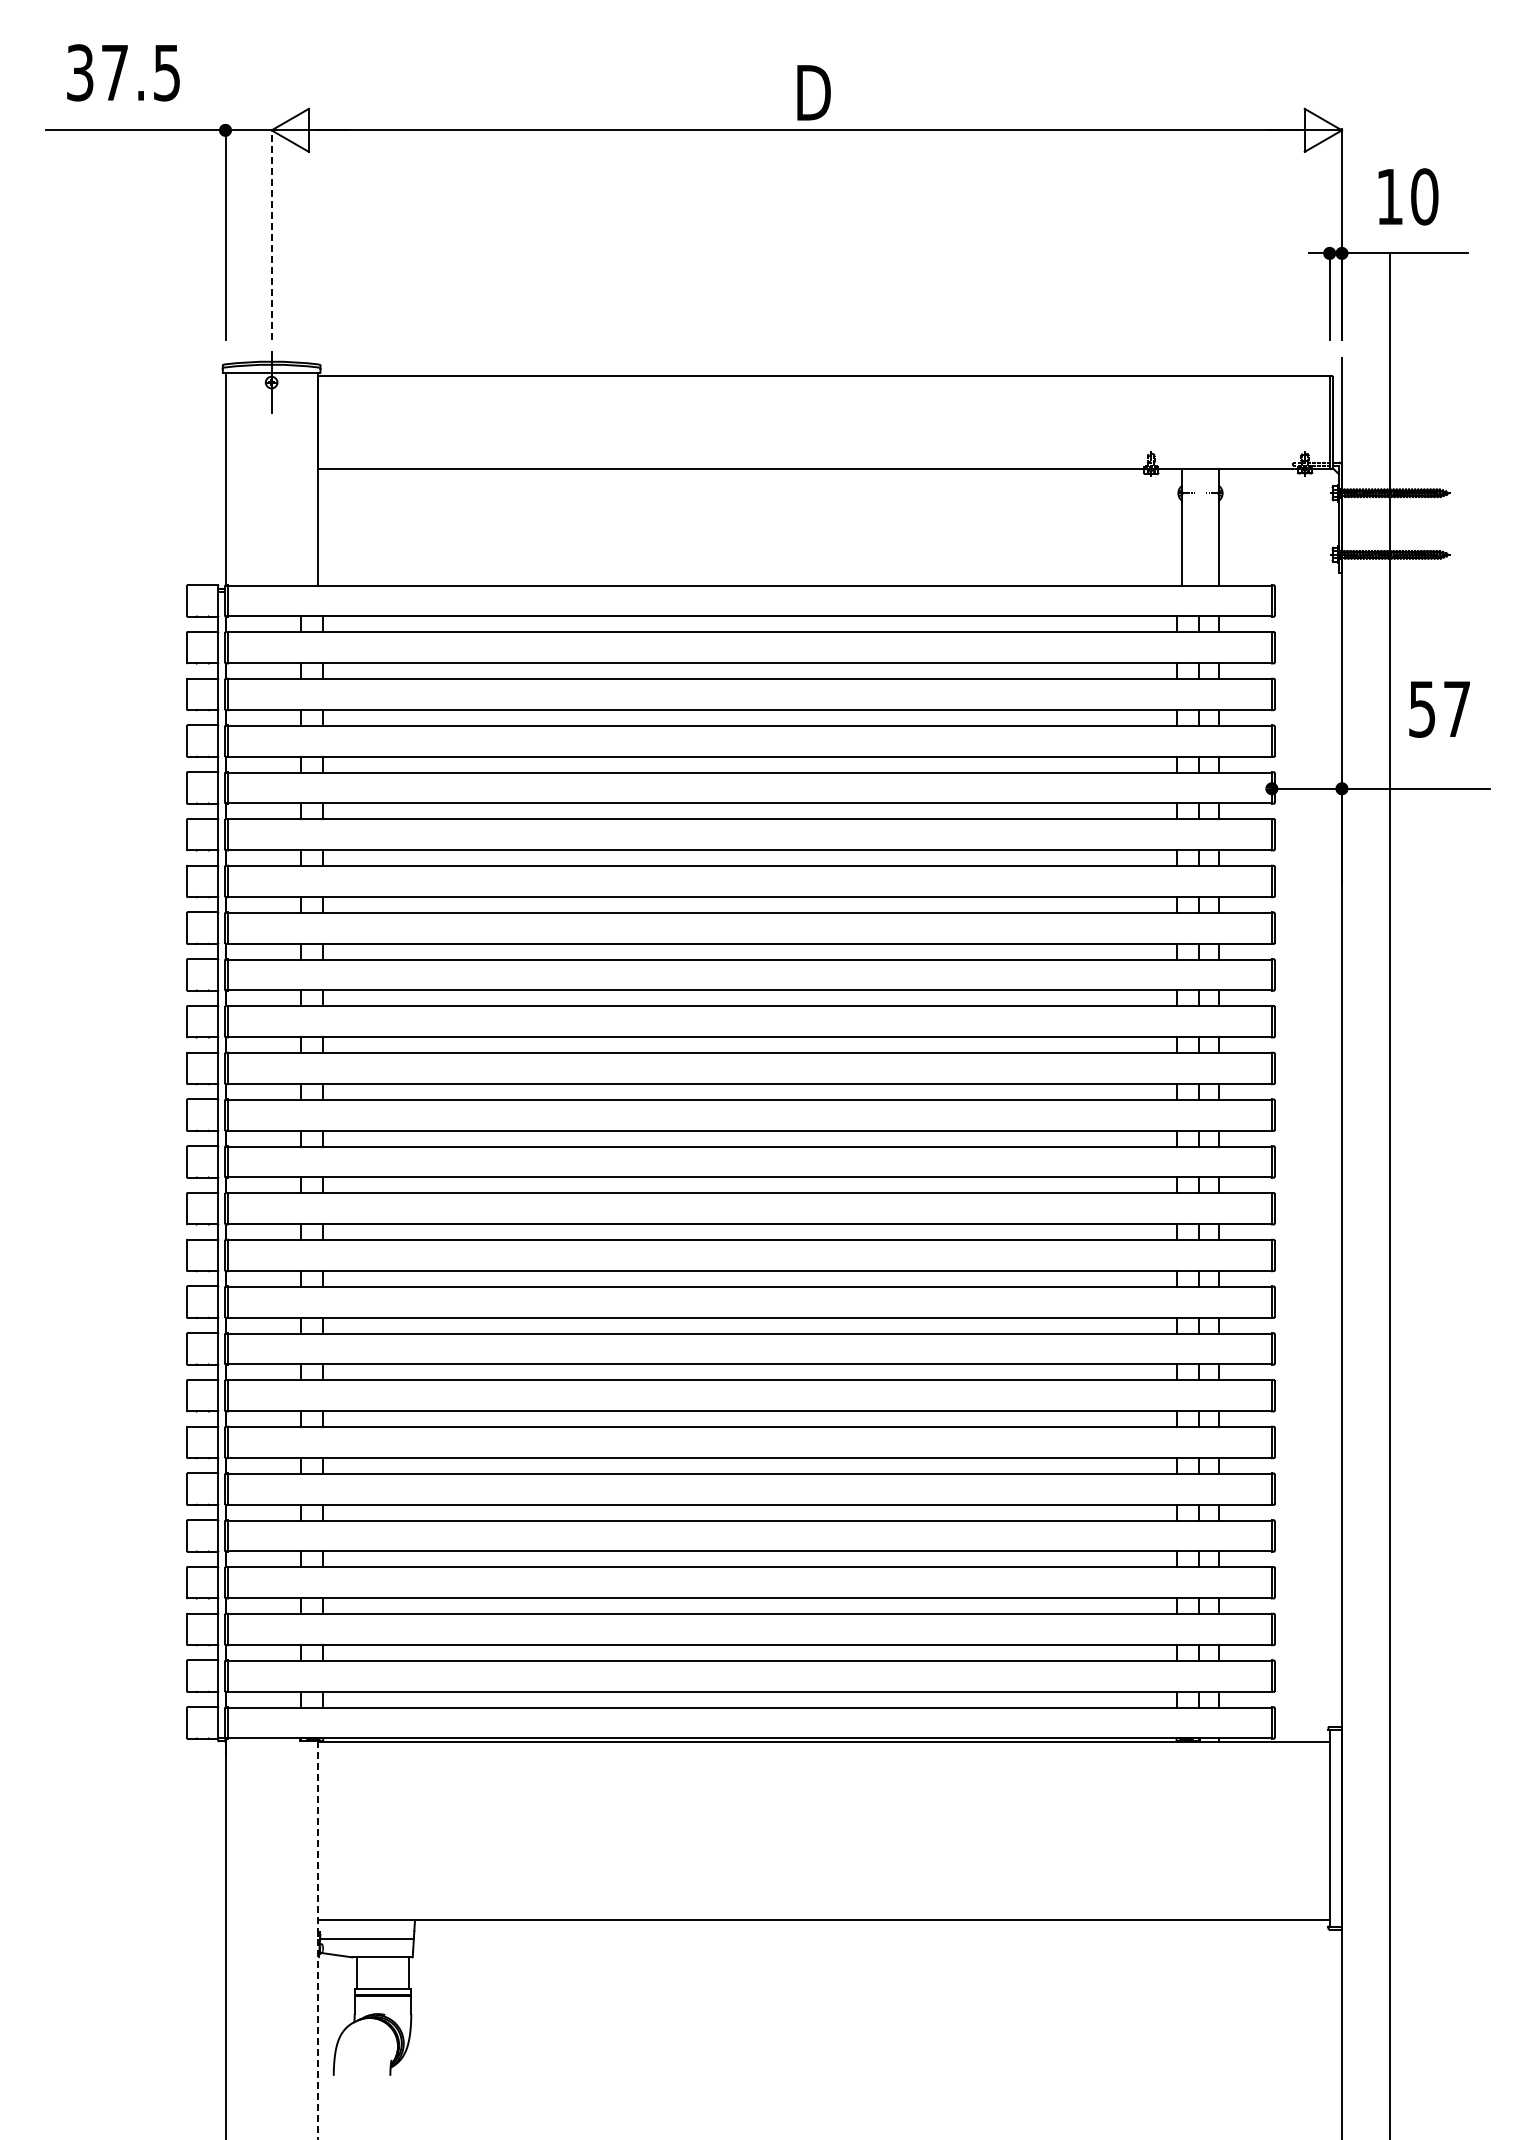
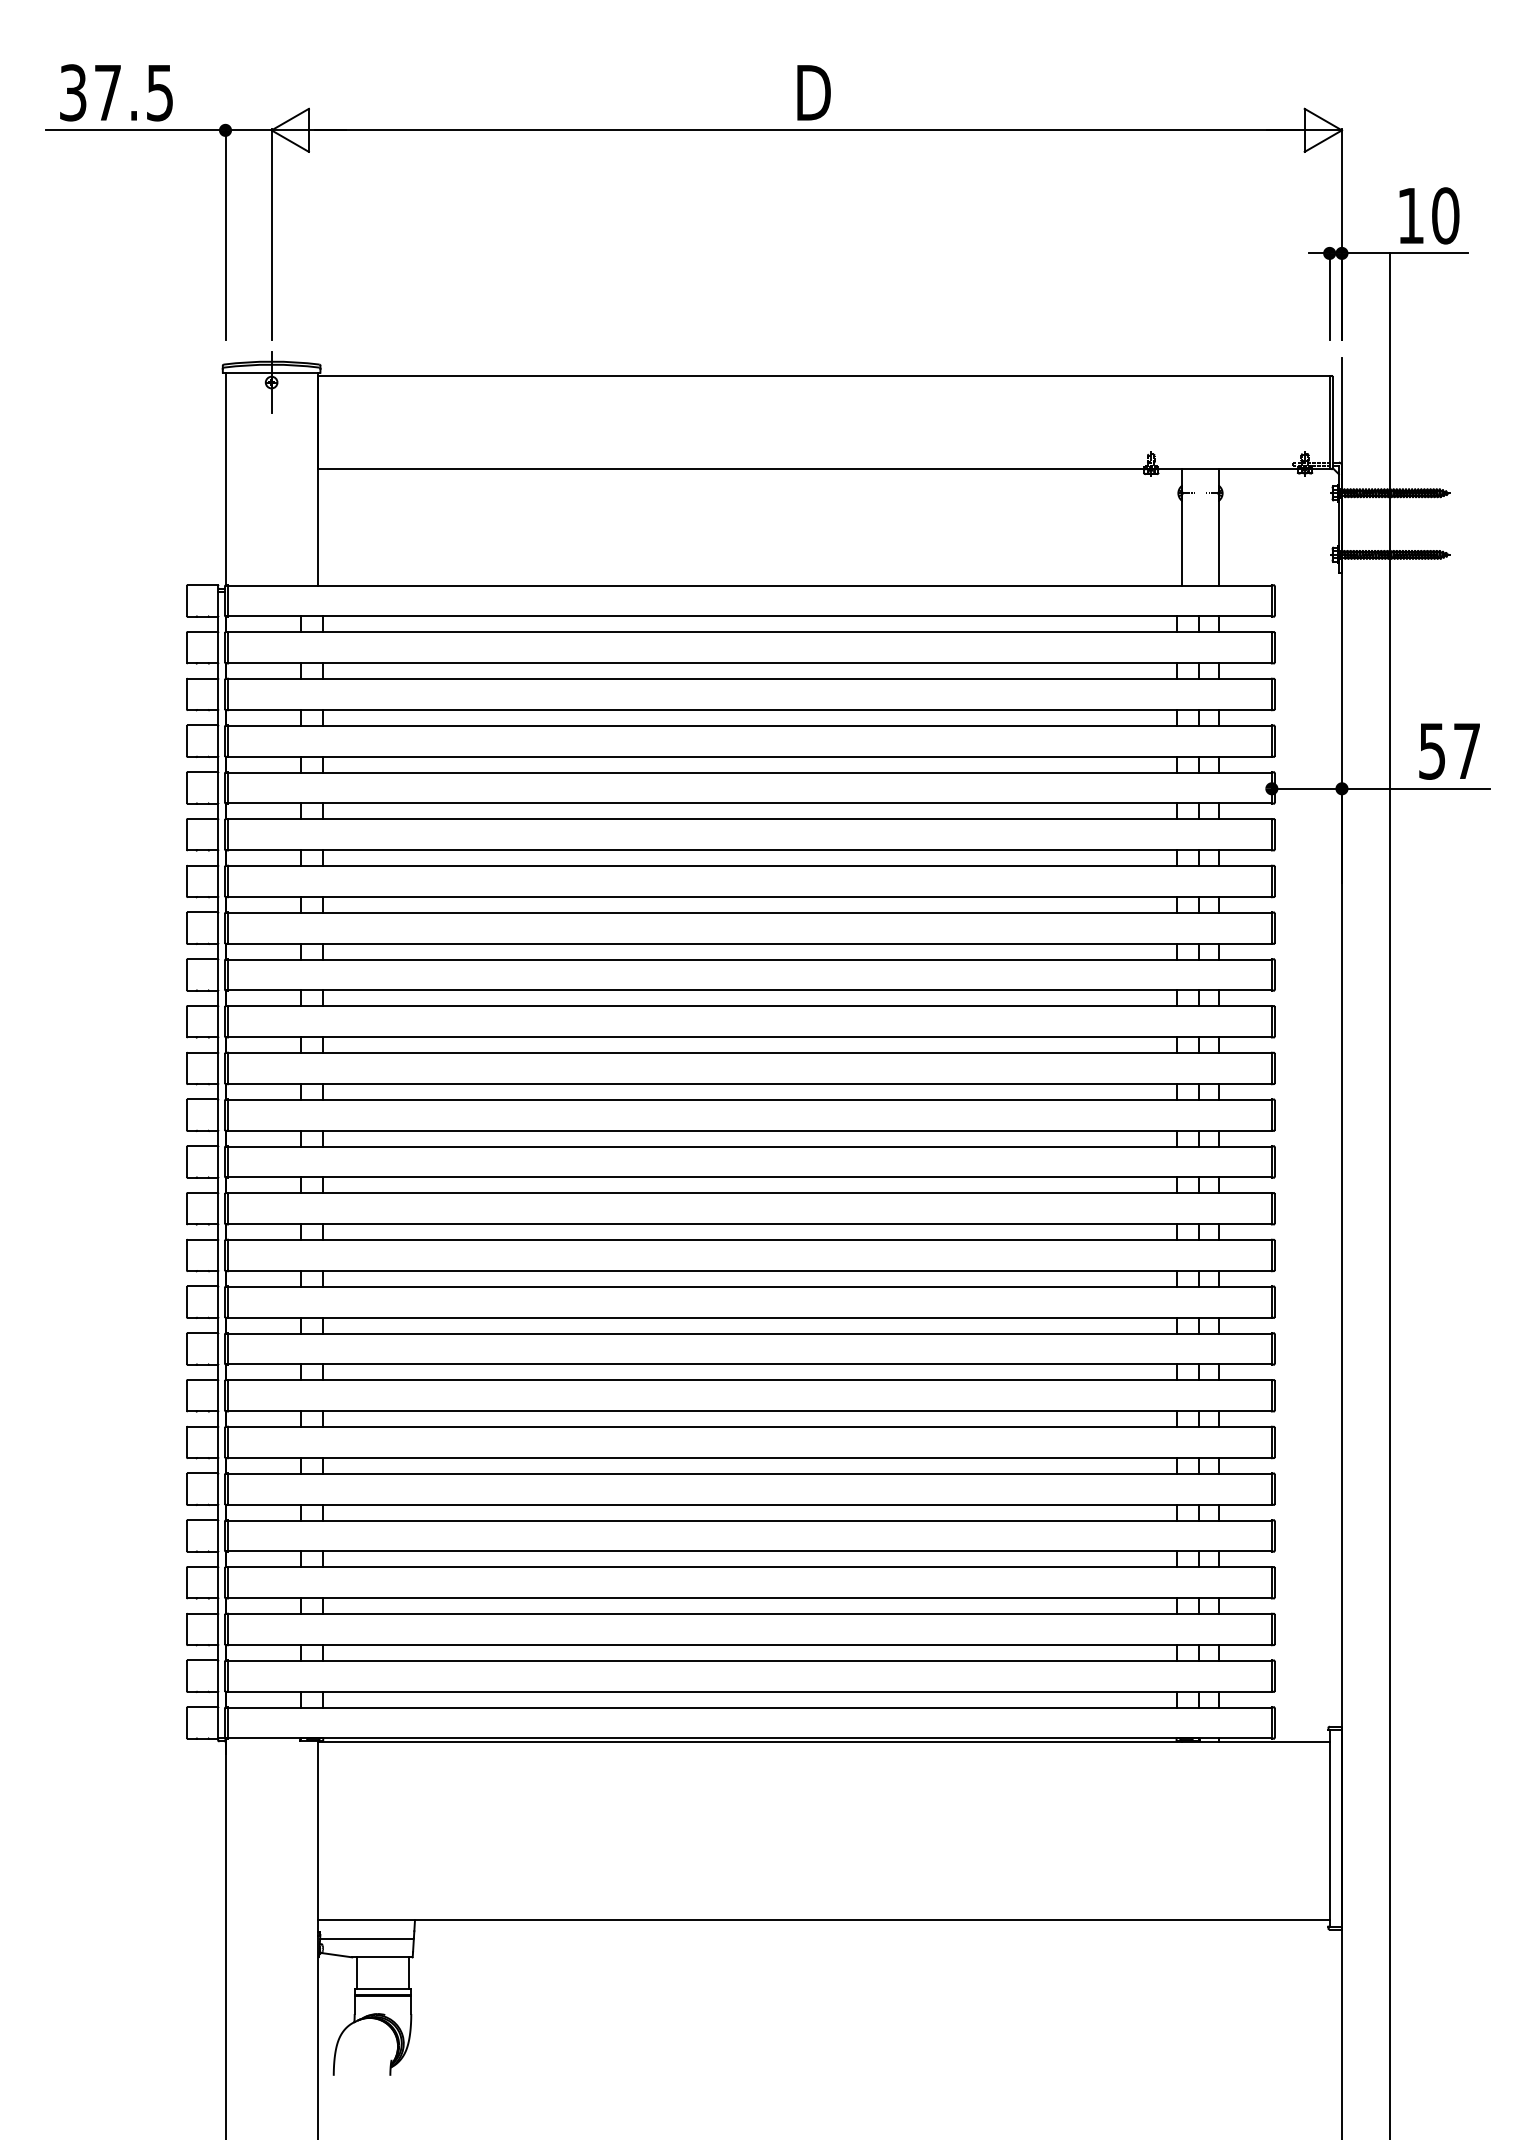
text at (123, 72) position: (123, 72) -> (116, 92)
text at (1408, 196) position: (1408, 196) -> (1429, 215)
line at (271, 233): dashed -> solid
text at (1439, 709) position: (1439, 709) -> (1449, 751)
line at (317, 1940): dashed -> solid
